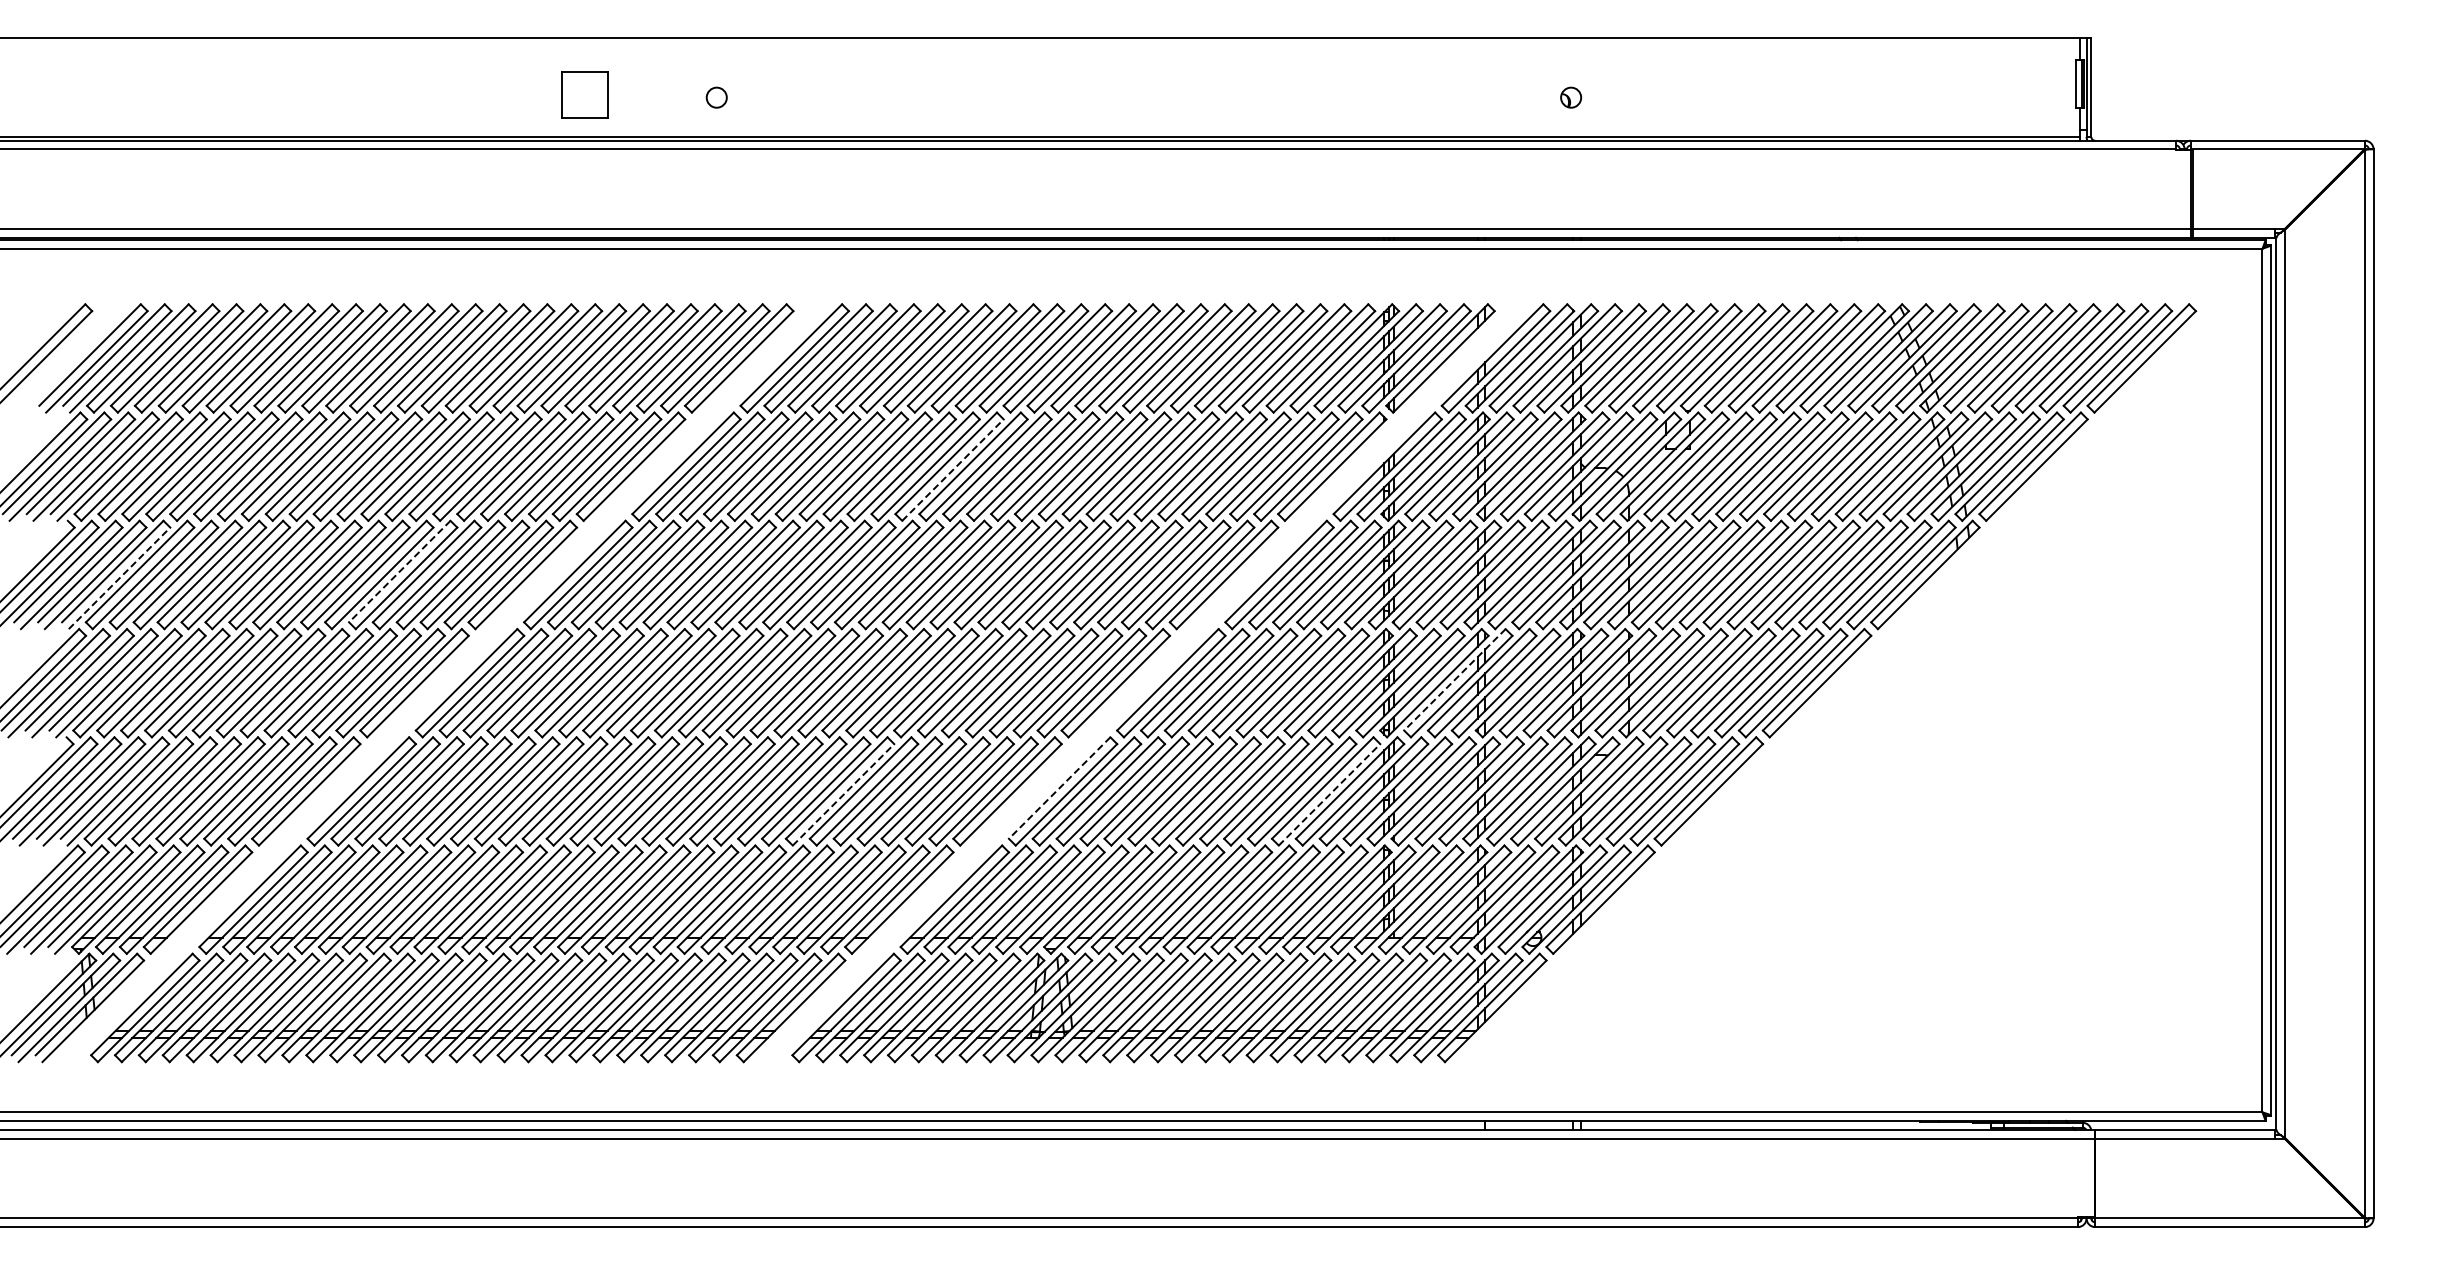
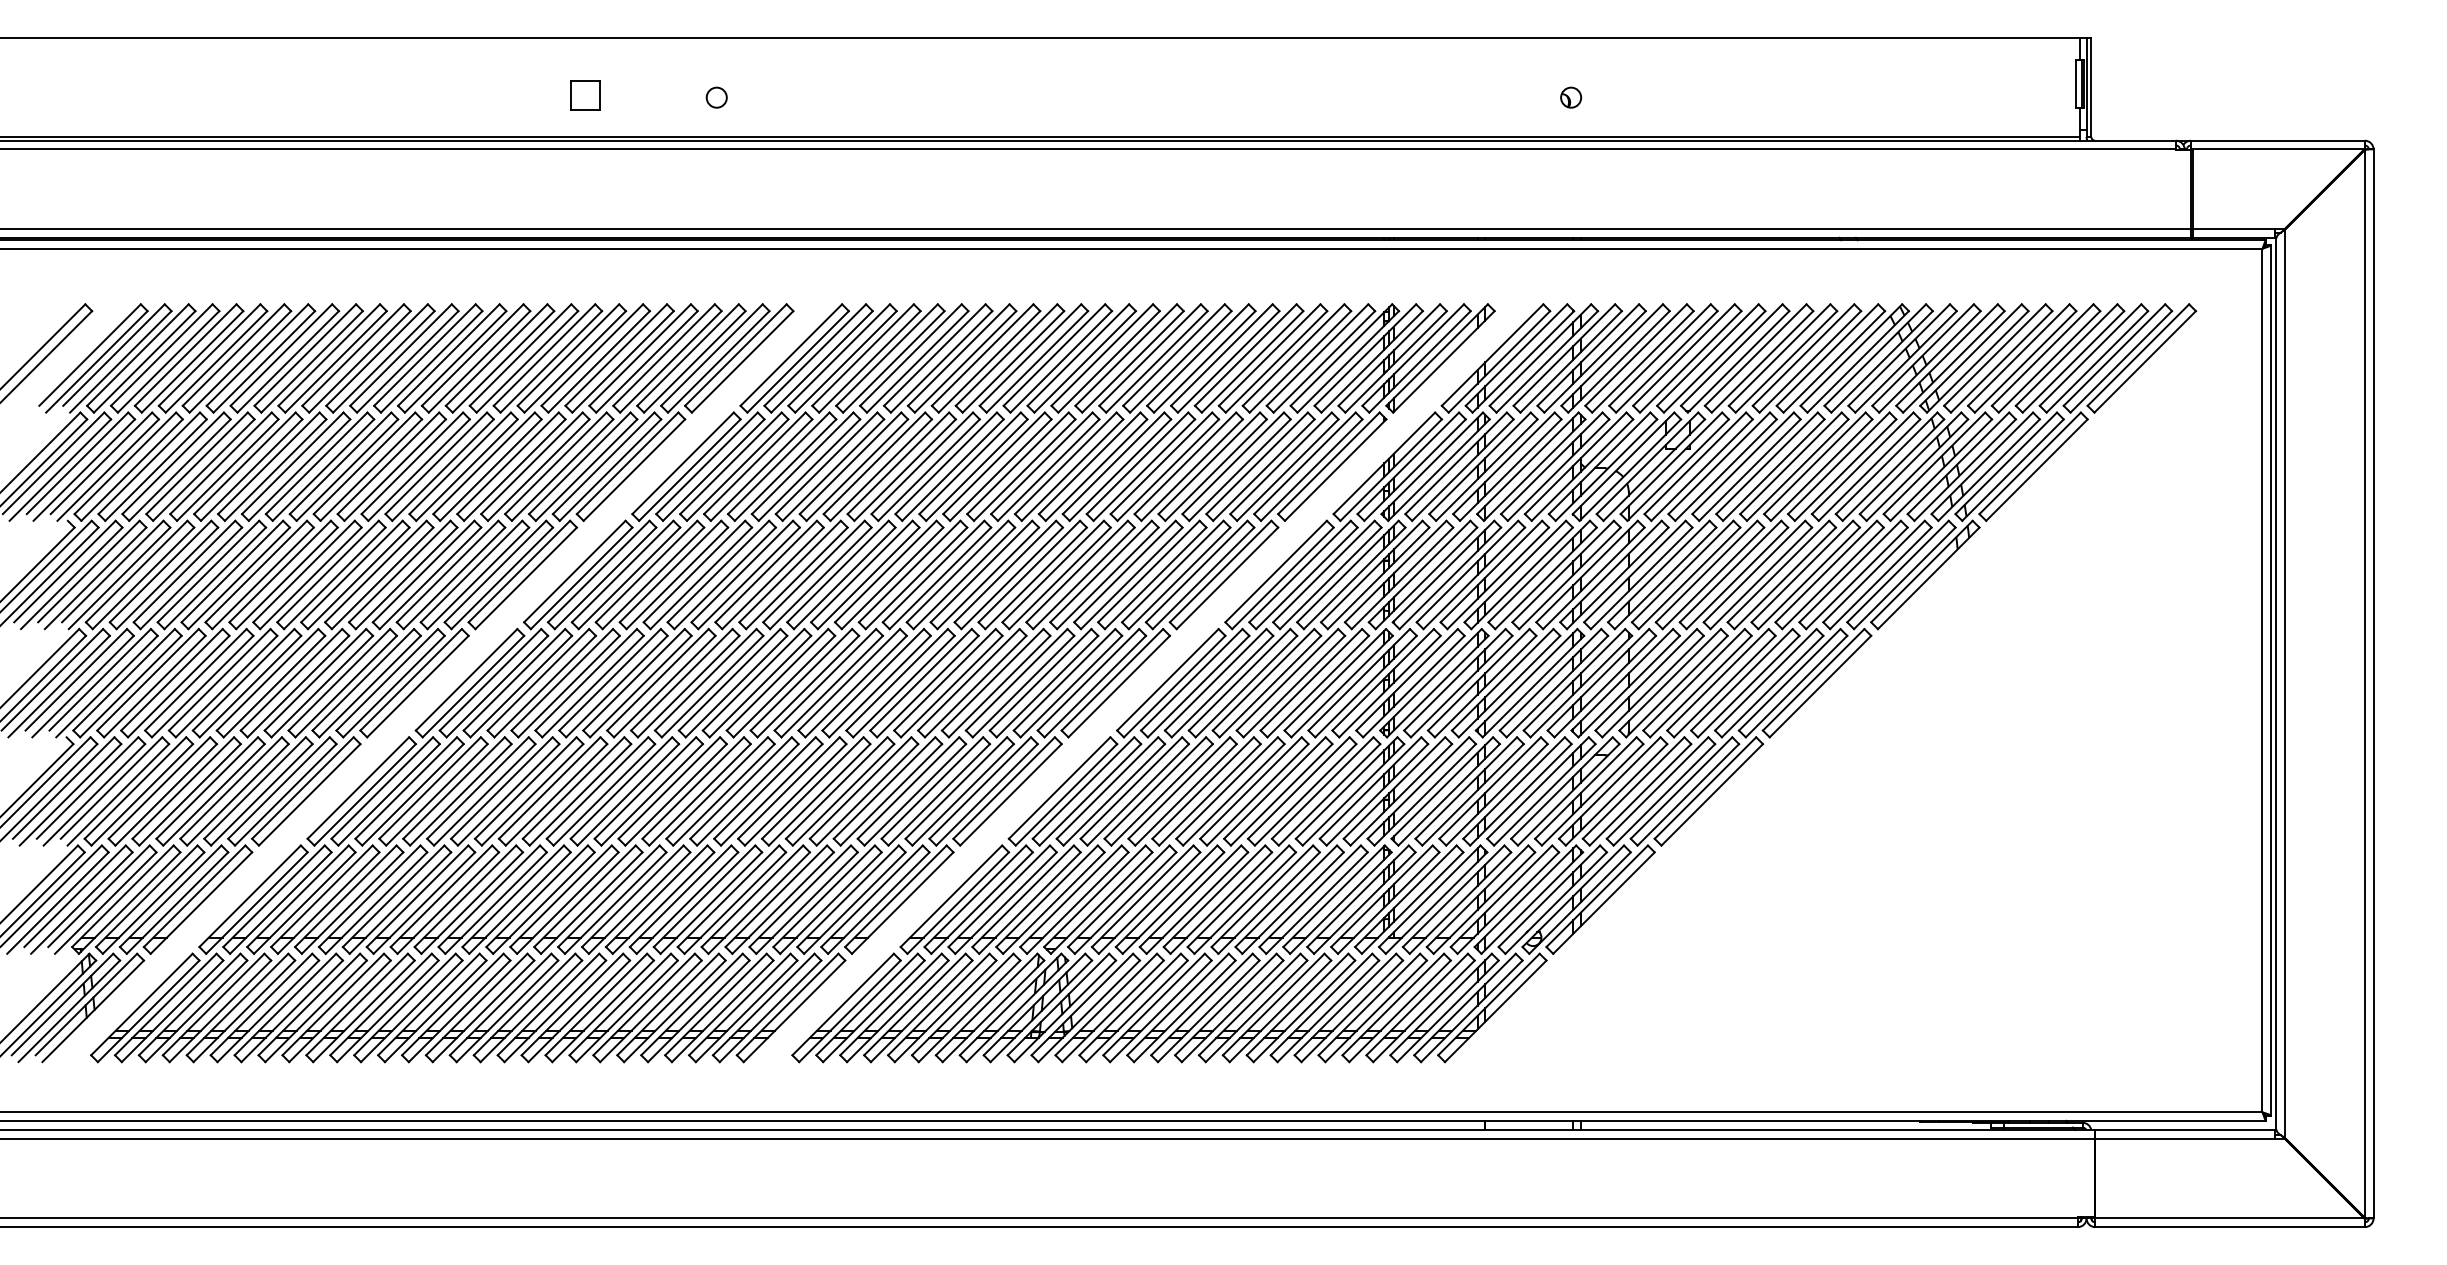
part at (584, 94) size: 48x48 px -> 31x31 px
line at (952, 470): dashed -> solid
line at (399, 571): dashed -> solid
line at (119, 578): dashed -> solid
line at (1454, 679): dashed -> solid
line at (1059, 788): dashed -> solid
line at (843, 794): dashed -> solid
line at (1329, 794): dashed -> solid
